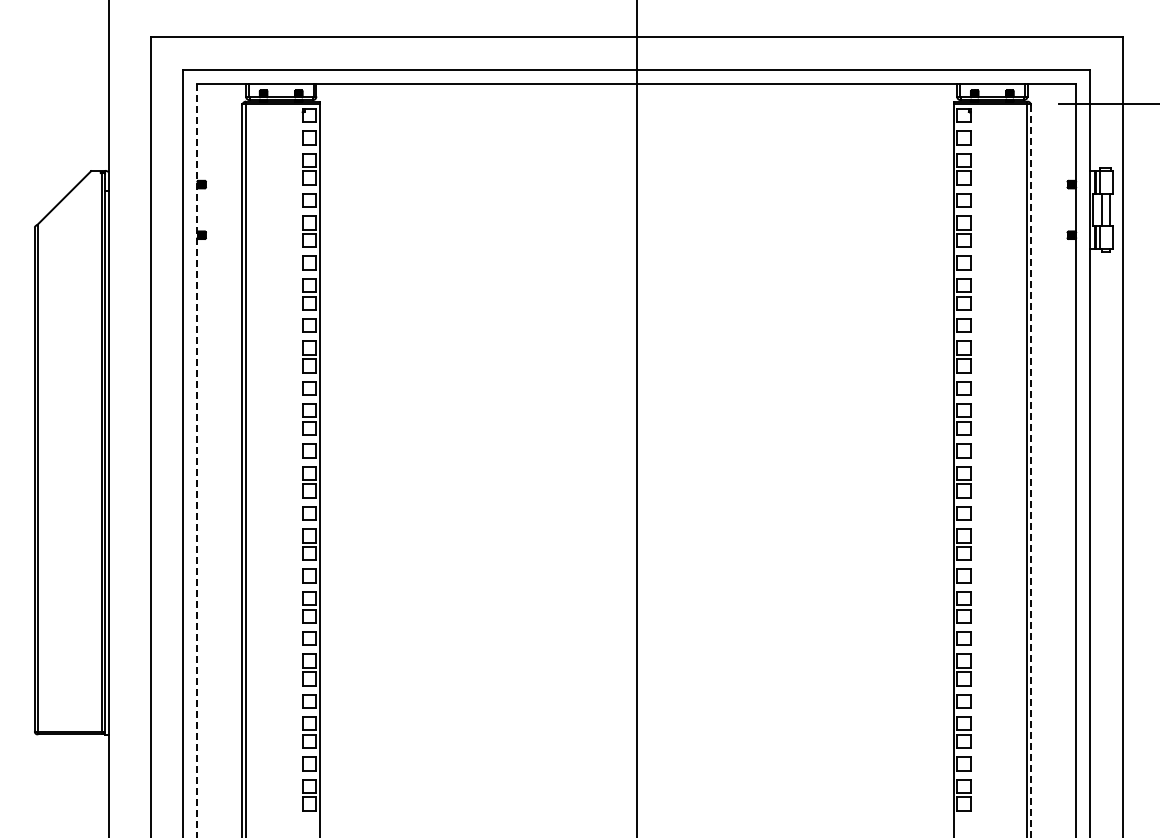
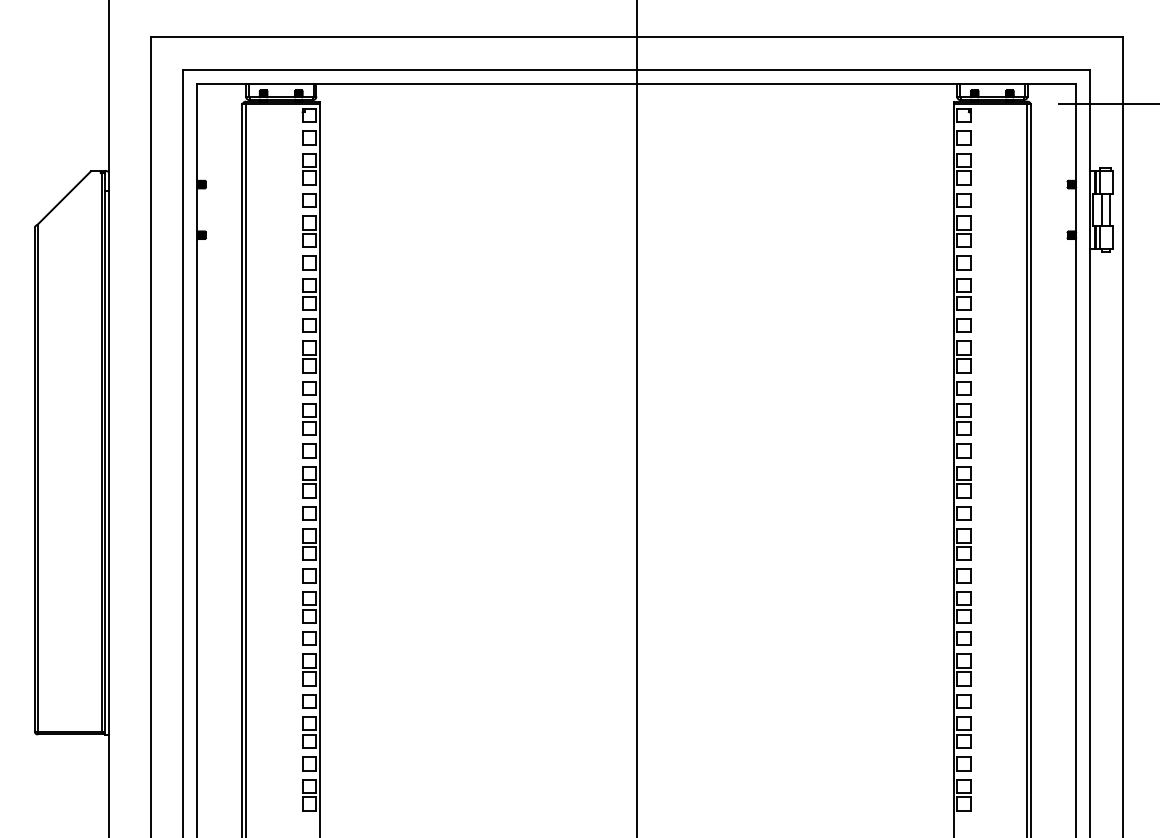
line at (197, 460): dashed -> solid
line at (1031, 471): dashed -> solid
